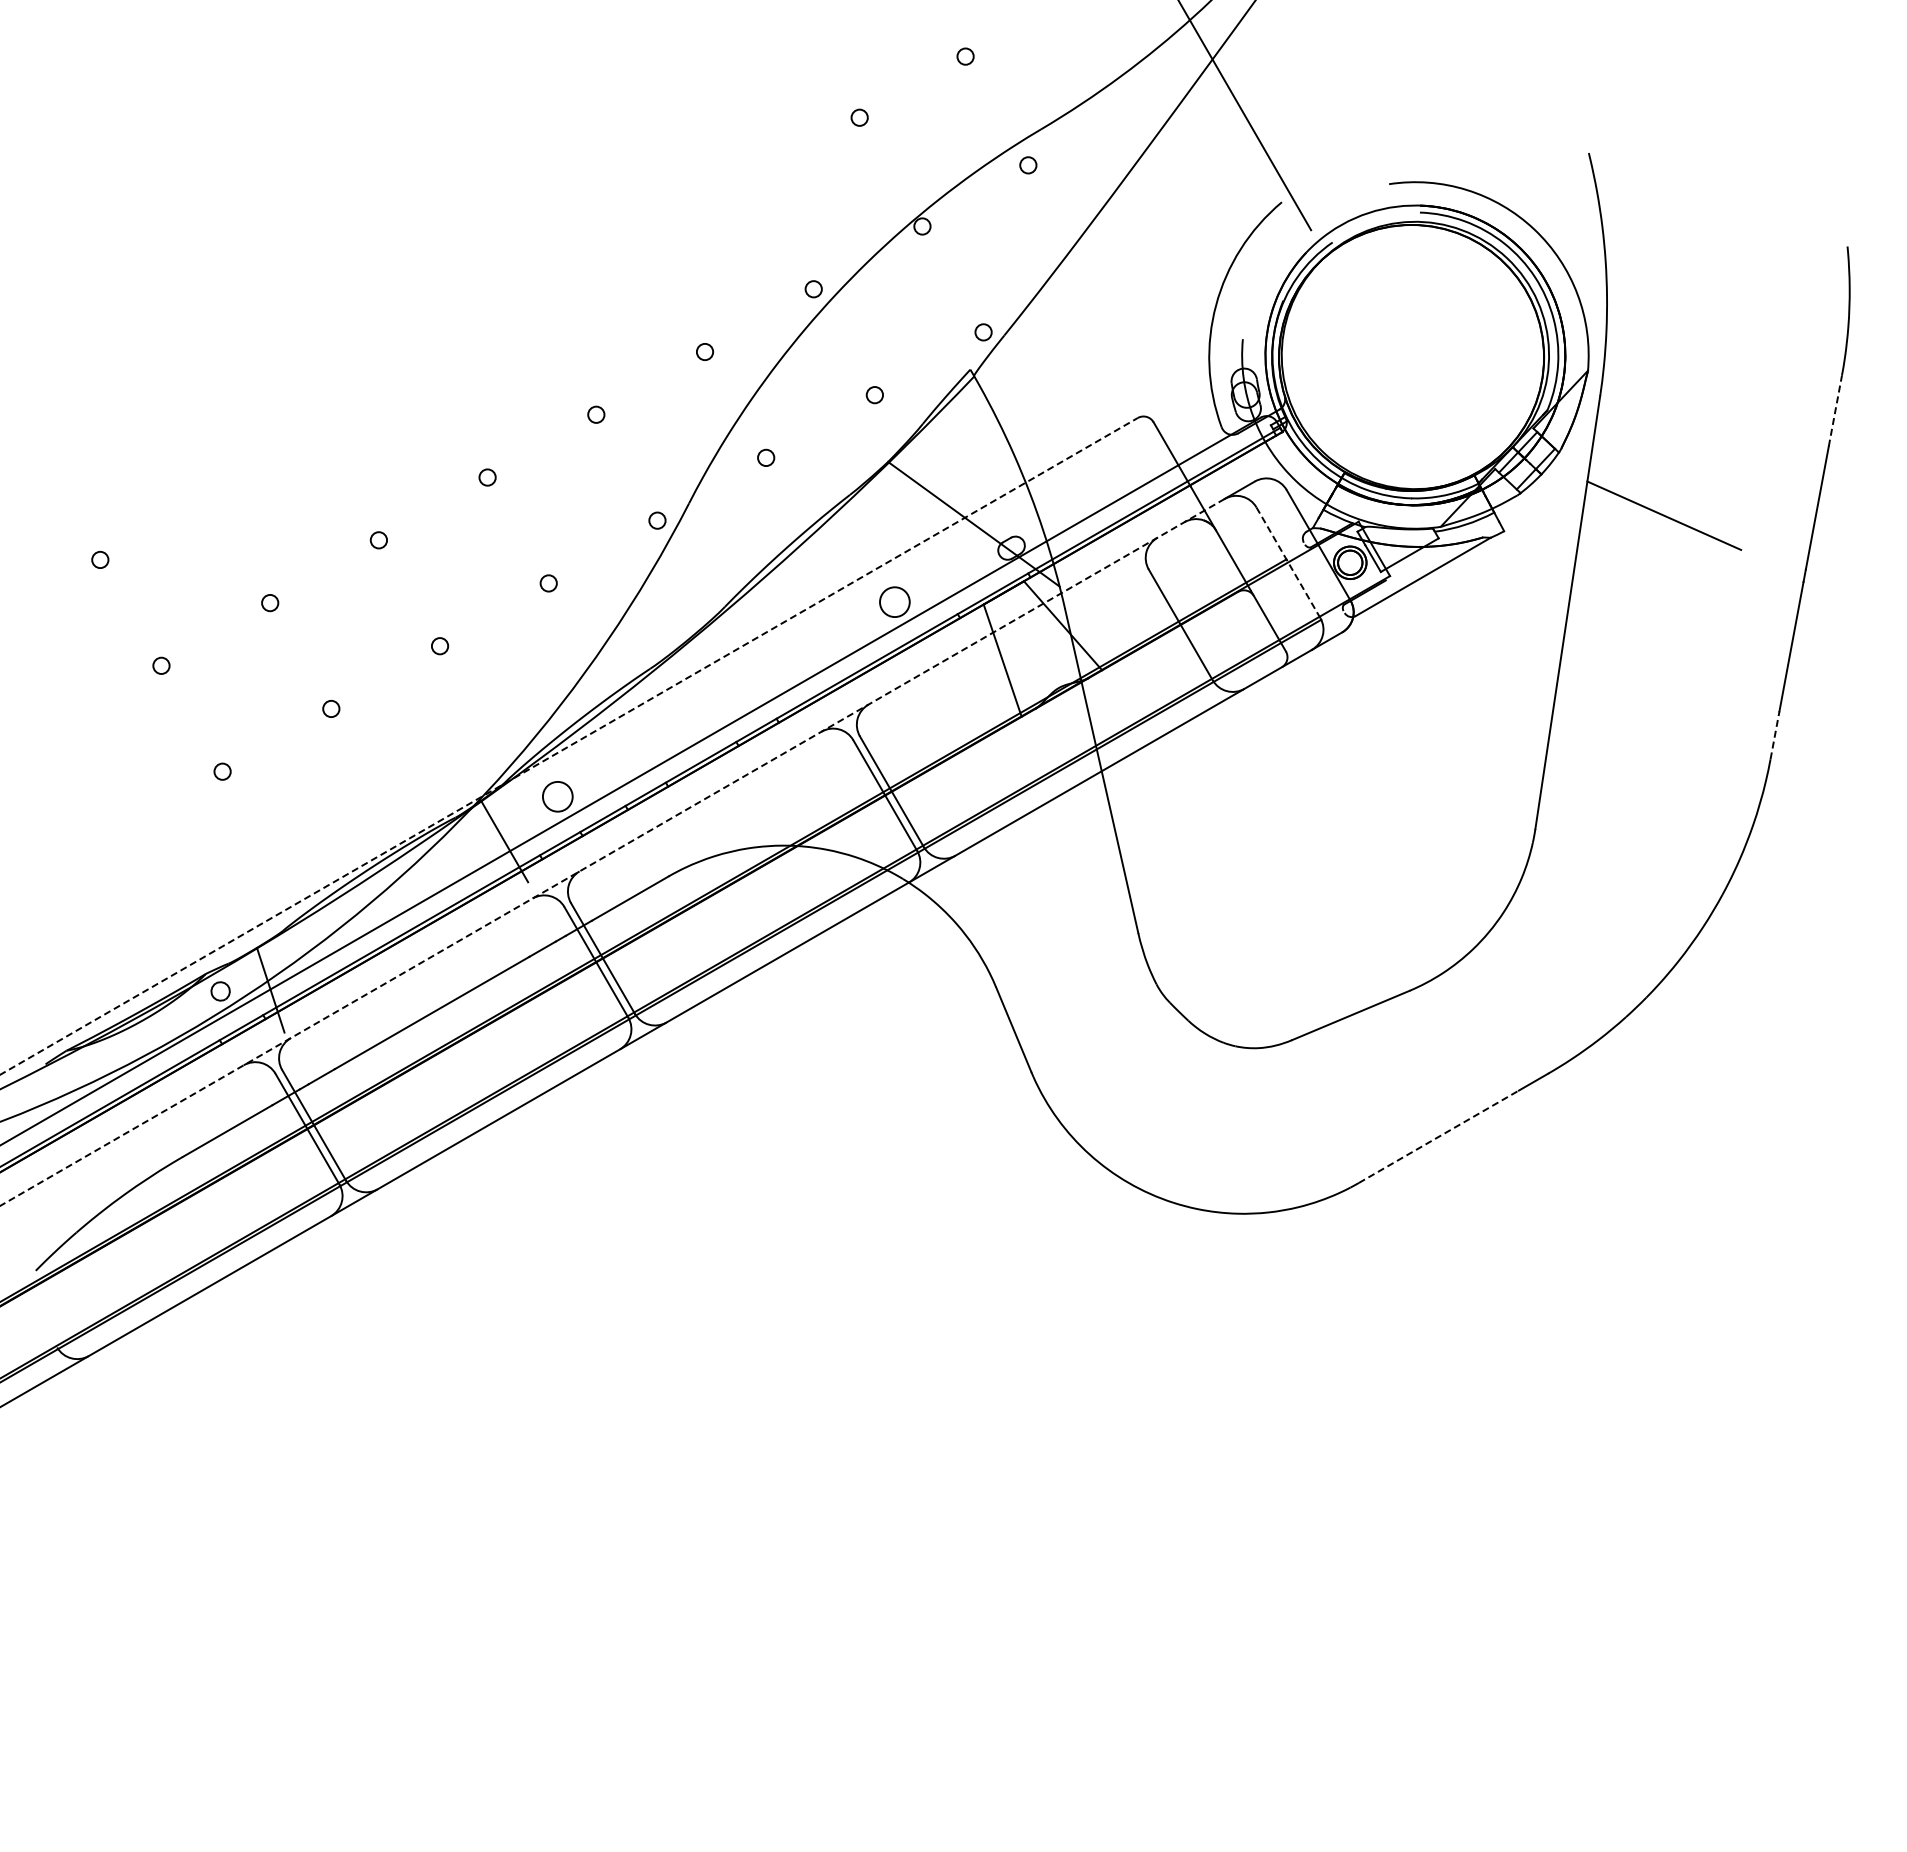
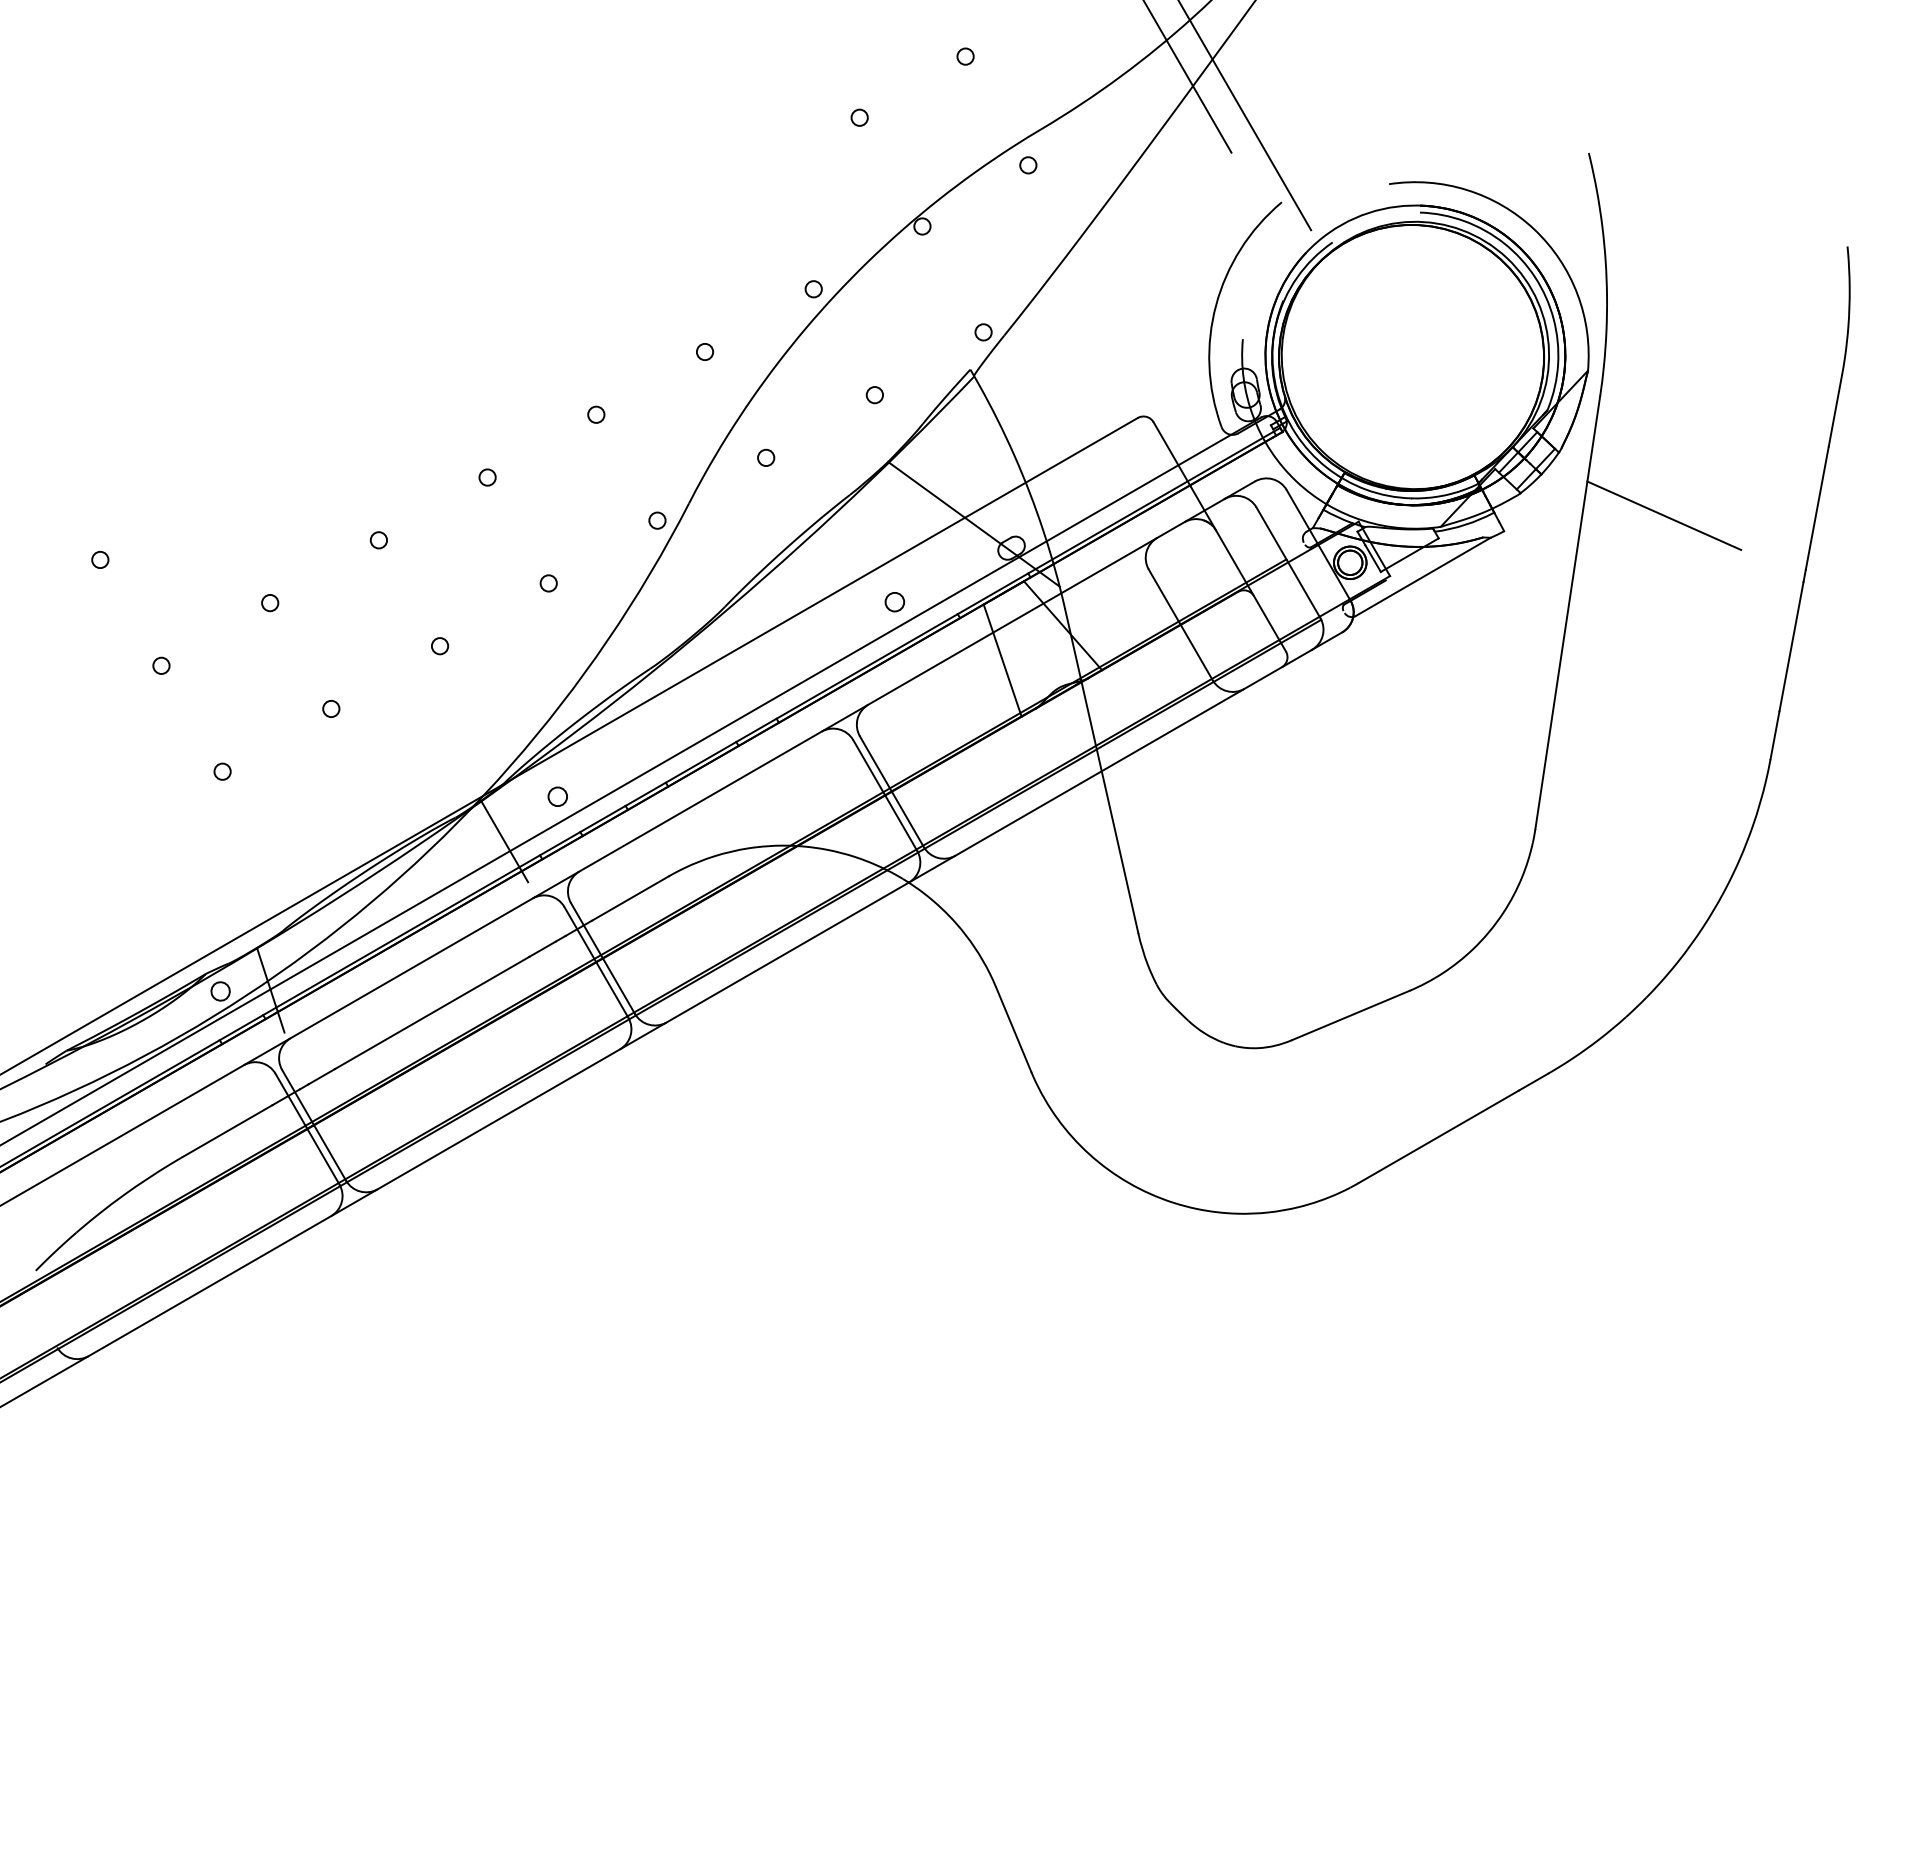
line at (1187, 77): none -> present
line at (1835, 410): dashed -> solid
line at (1288, 562): dashed -> solid
circle at (894, 602) diameter: 30 px -> 19 px
line at (1775, 734): dashed -> solid
line at (568, 746): dashed -> solid
circle at (557, 796) diameter: 30 px -> 19 px
line at (612, 852): dashed -> solid
line at (1439, 1136): dashed -> solid
